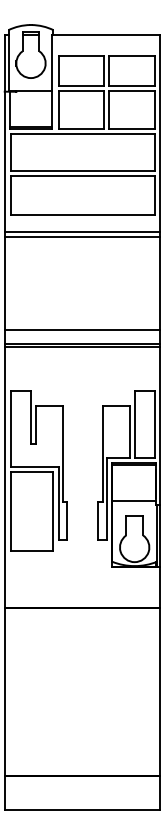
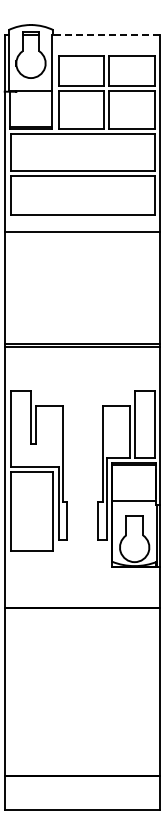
line at (106, 34): solid -> dashed
line at (82, 237): present -> none
line at (82, 330): present -> none
